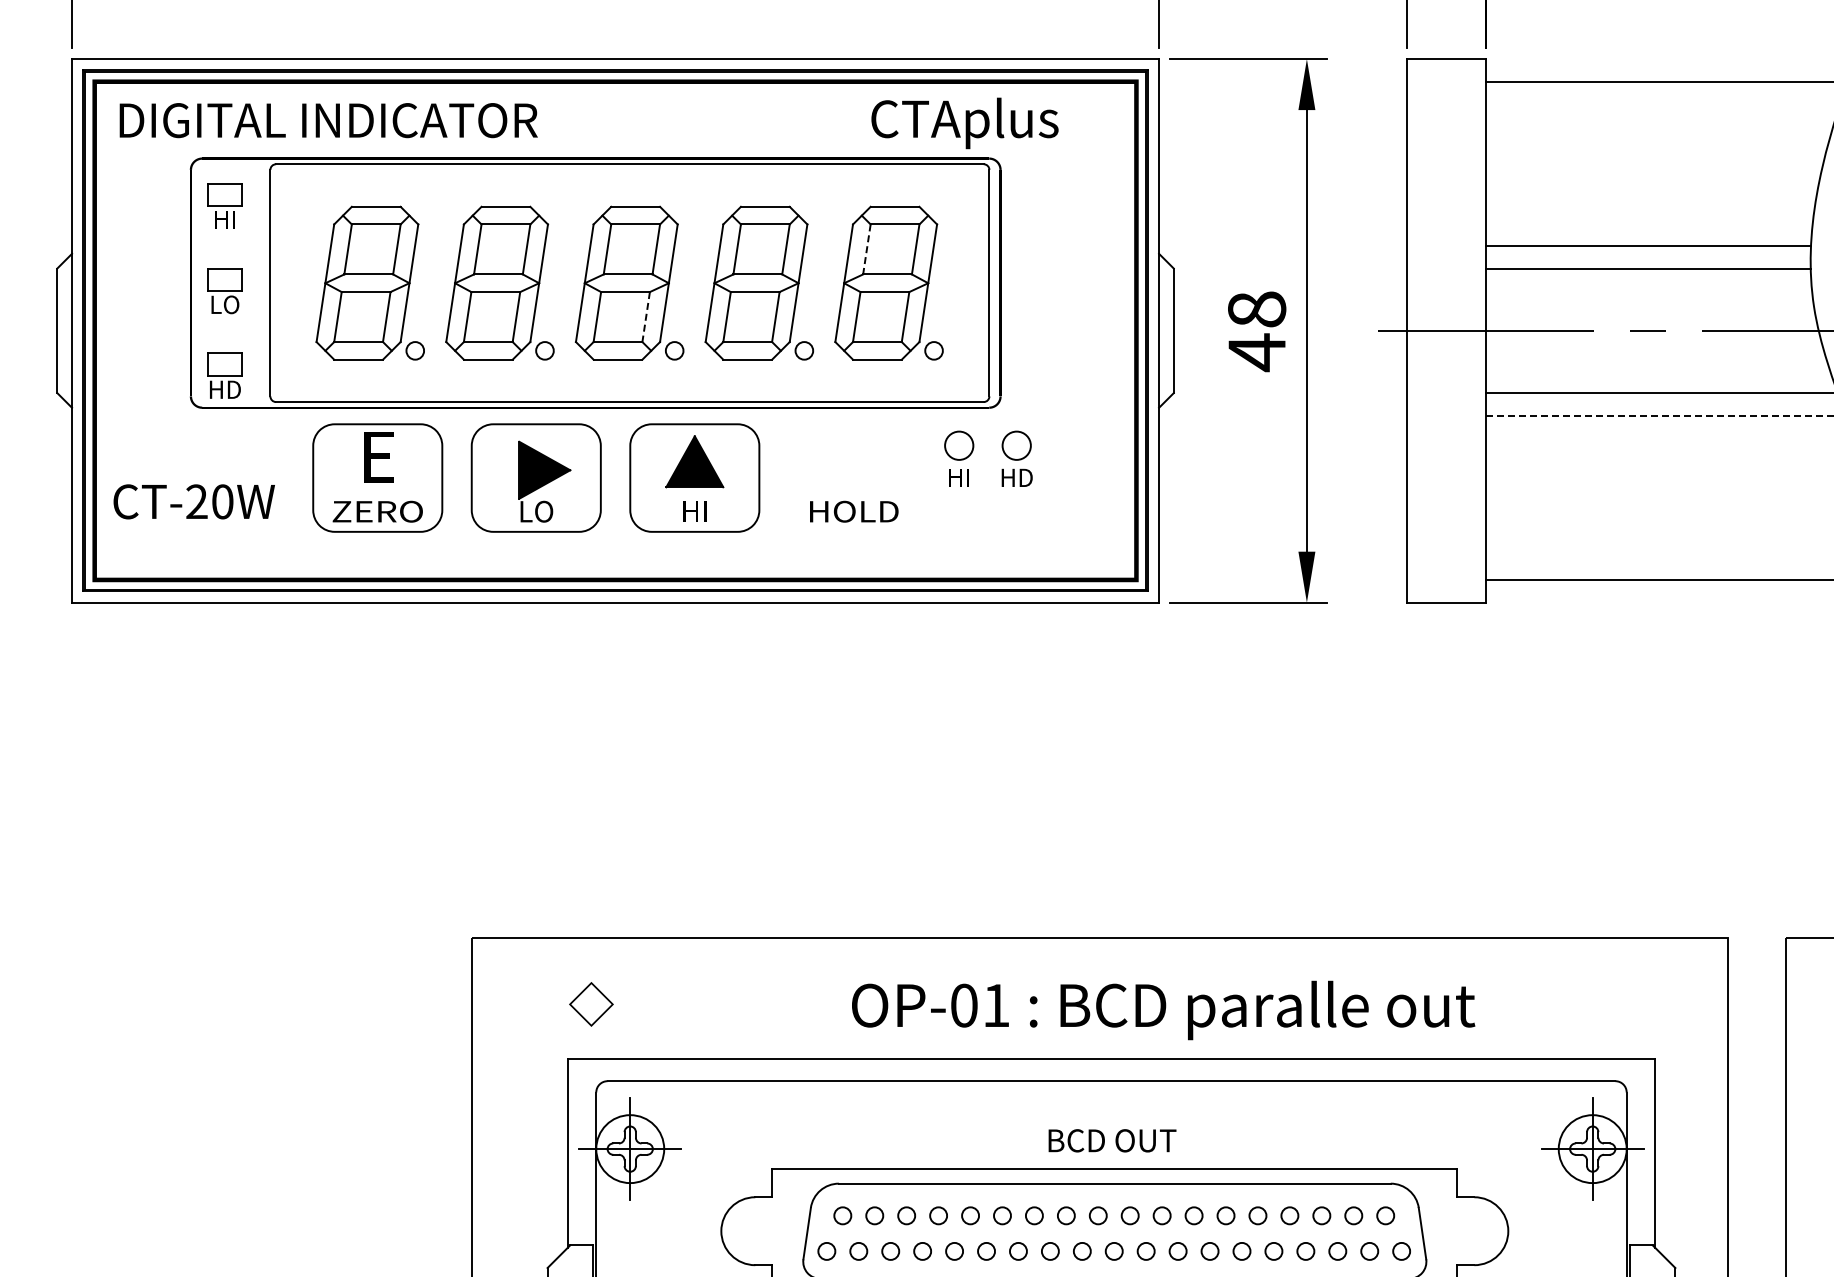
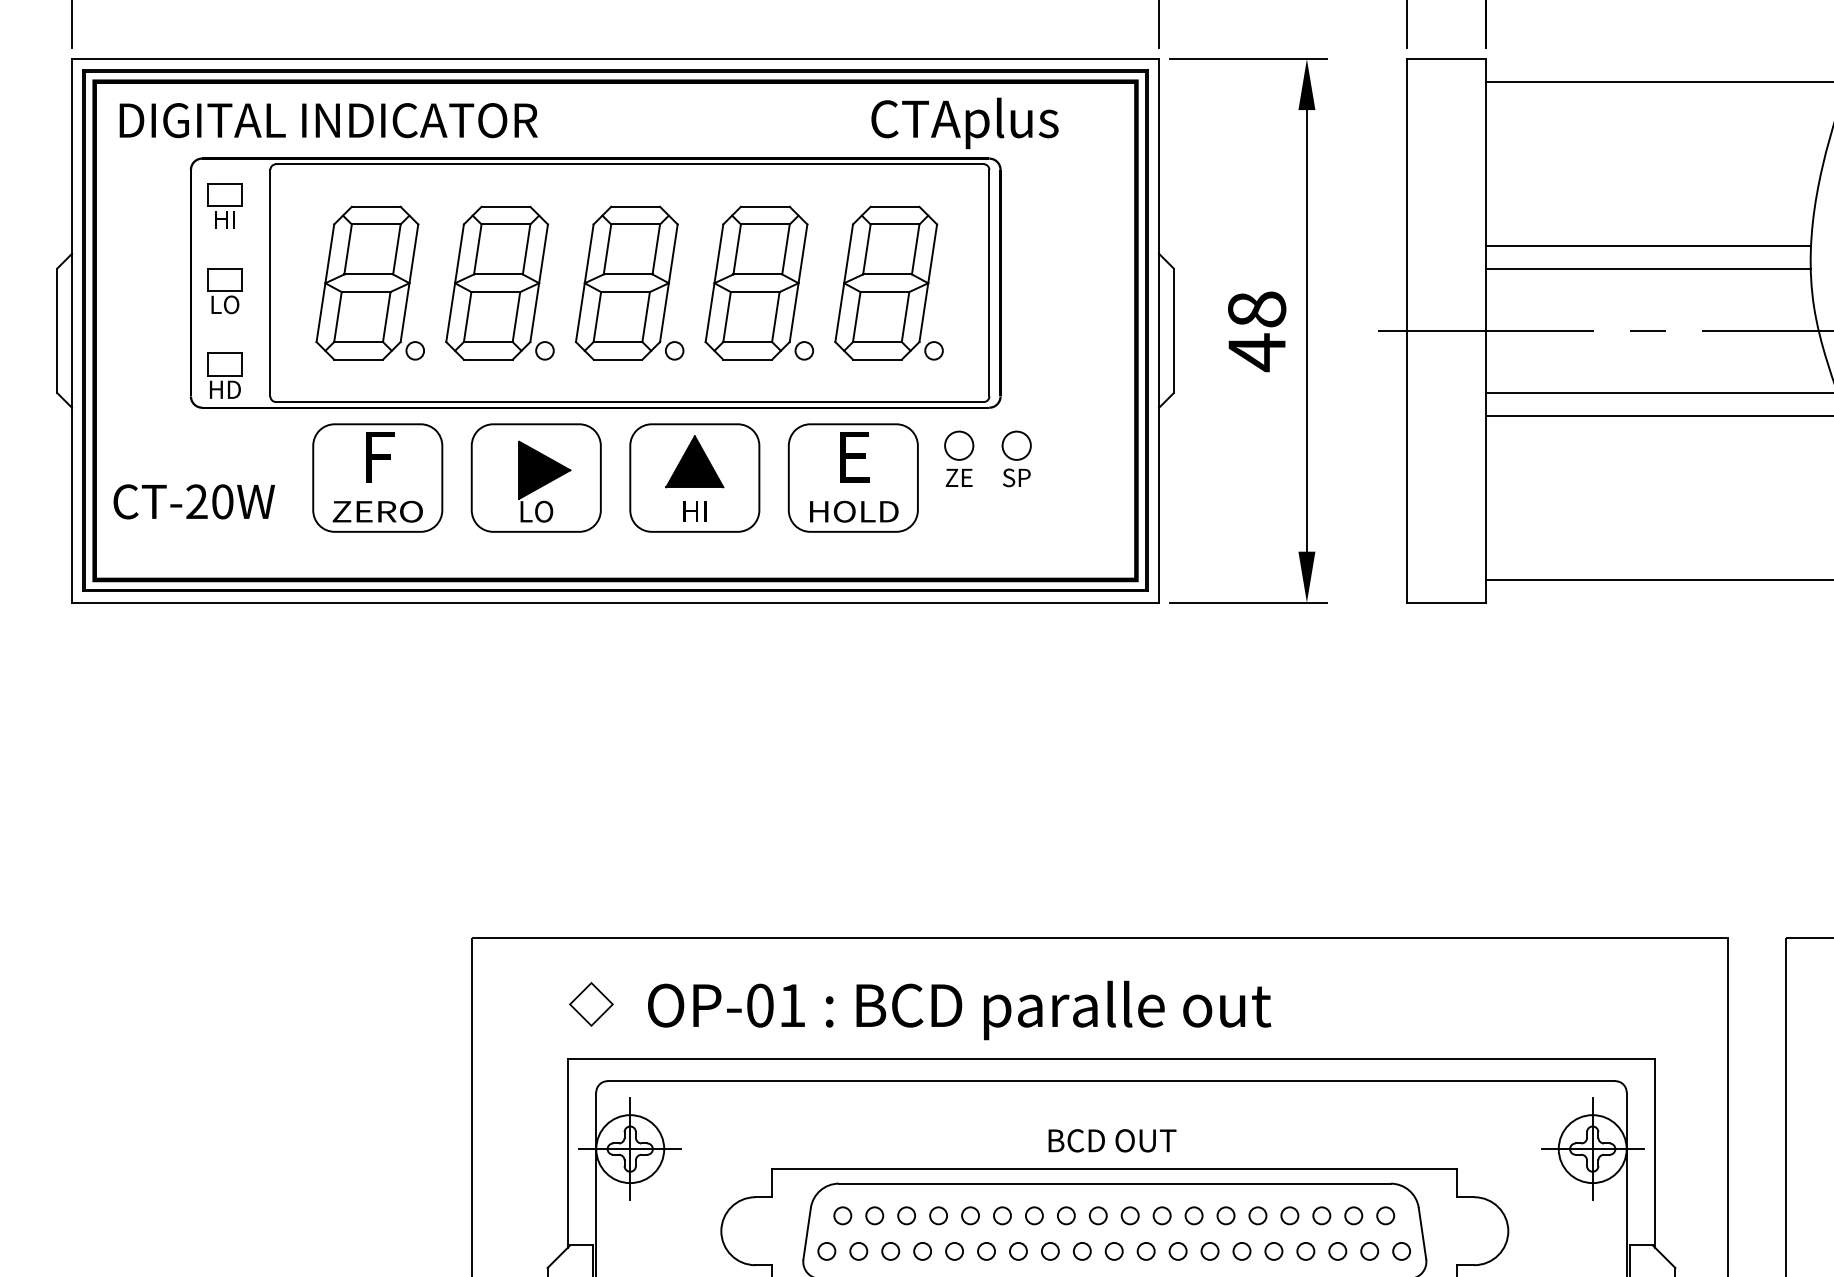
line at (866, 249): dashed -> solid
line at (646, 317): dashed -> solid
line at (1659, 415): dashed -> solid
text at (379, 457): E -> F
part at (852, 477): none -> present
text at (958, 477): HI -> ZE
text at (1016, 477): HD -> SP
text at (1163, 1010) position: (1163, 1010) -> (959, 1010)
